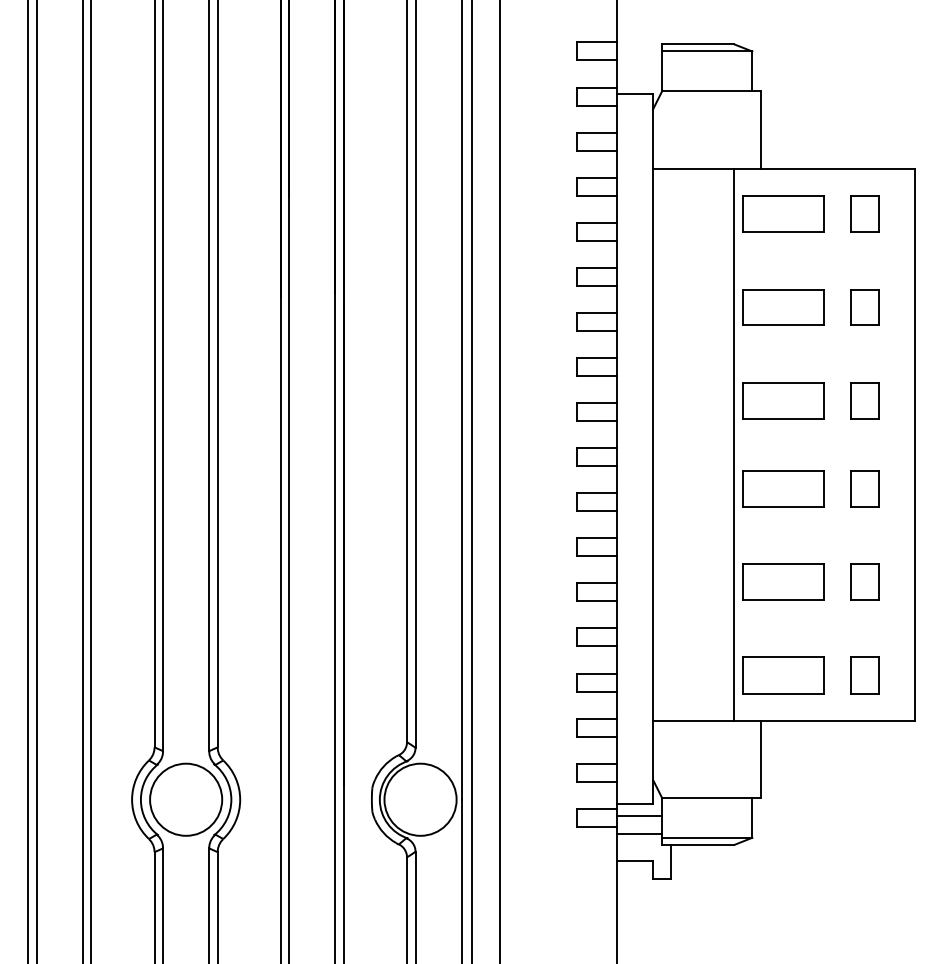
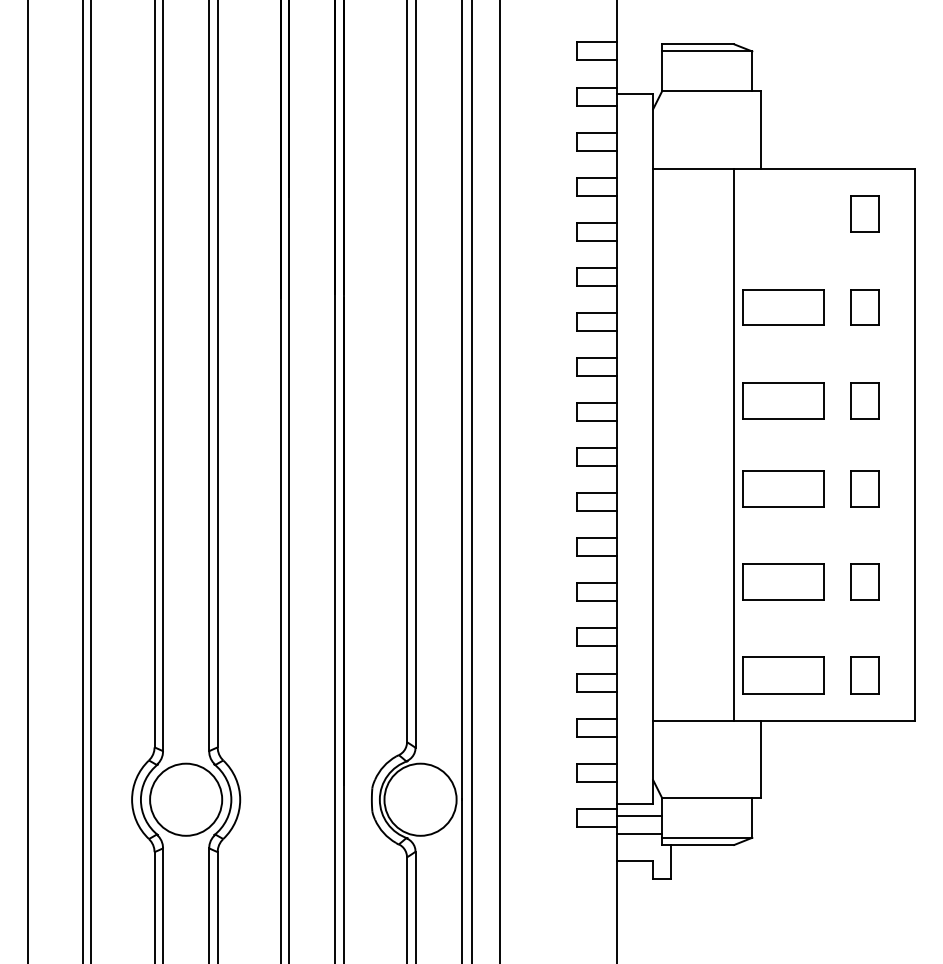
part at (783, 213): present -> none
line at (36, 481): present -> none
